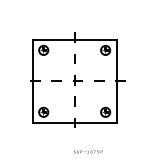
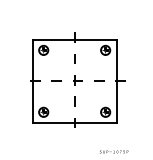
text at (88, 151) position: (88, 151) -> (114, 151)
